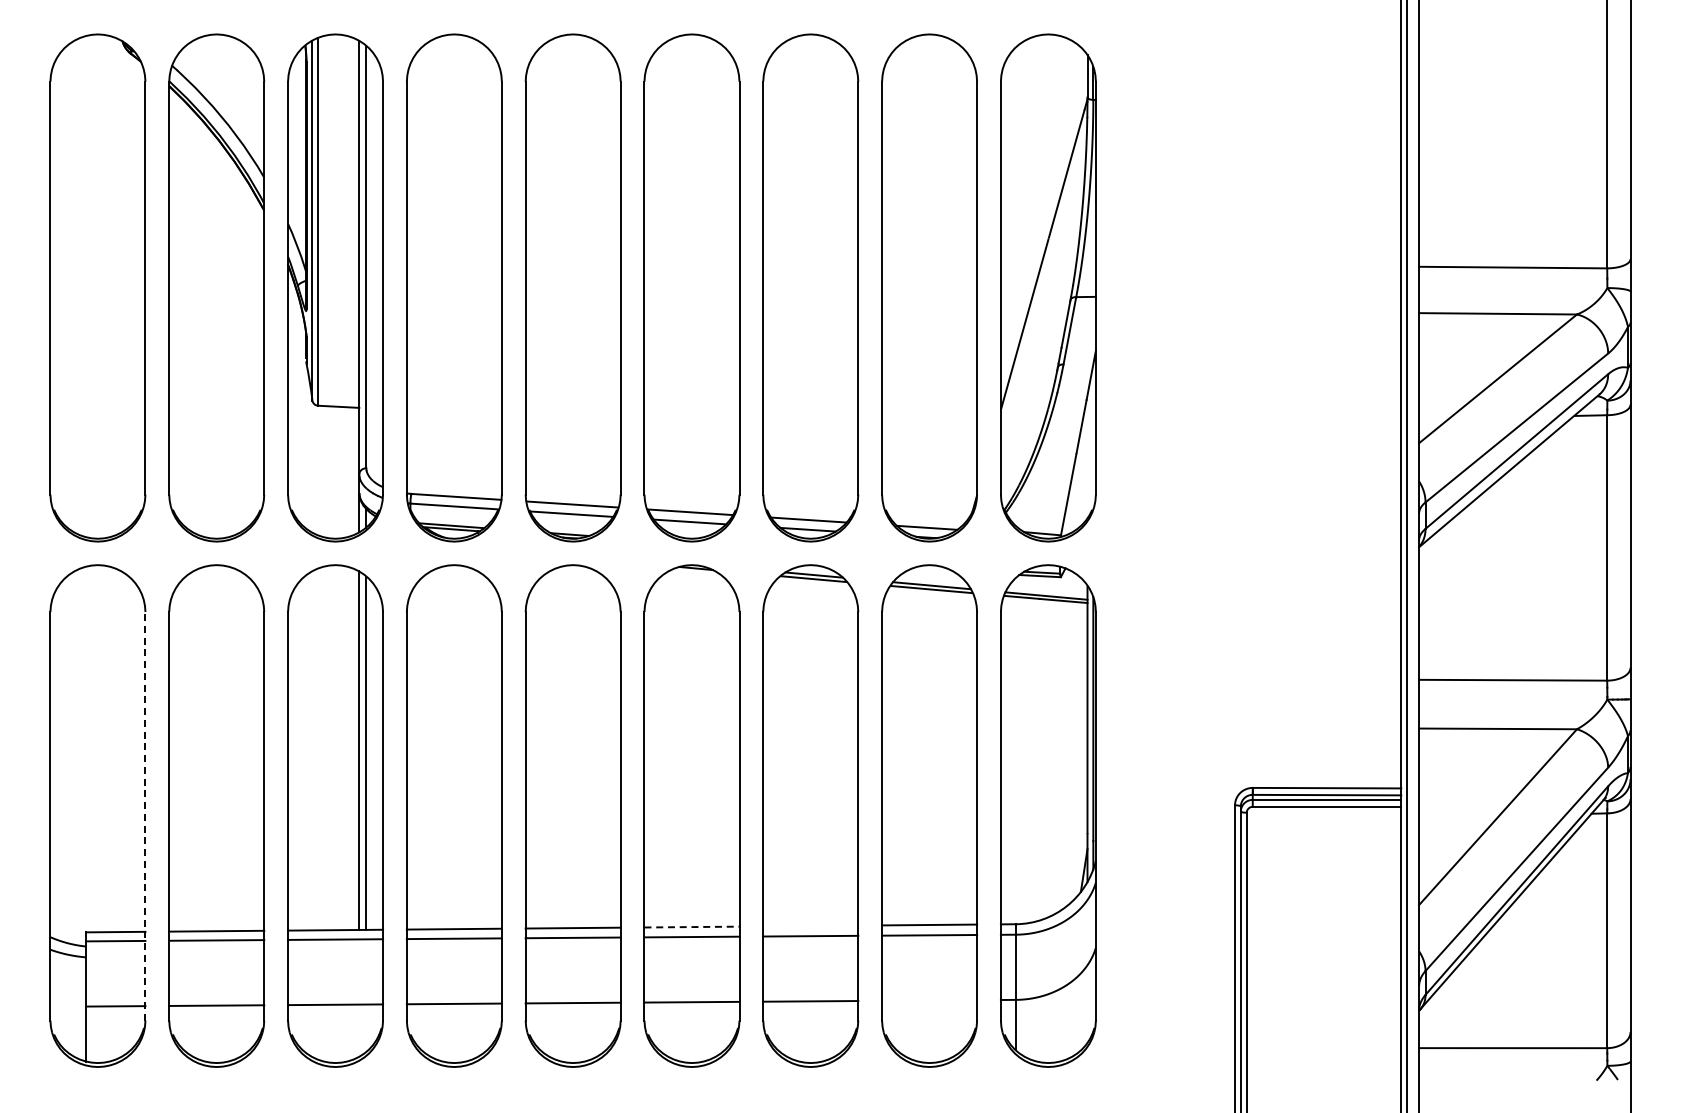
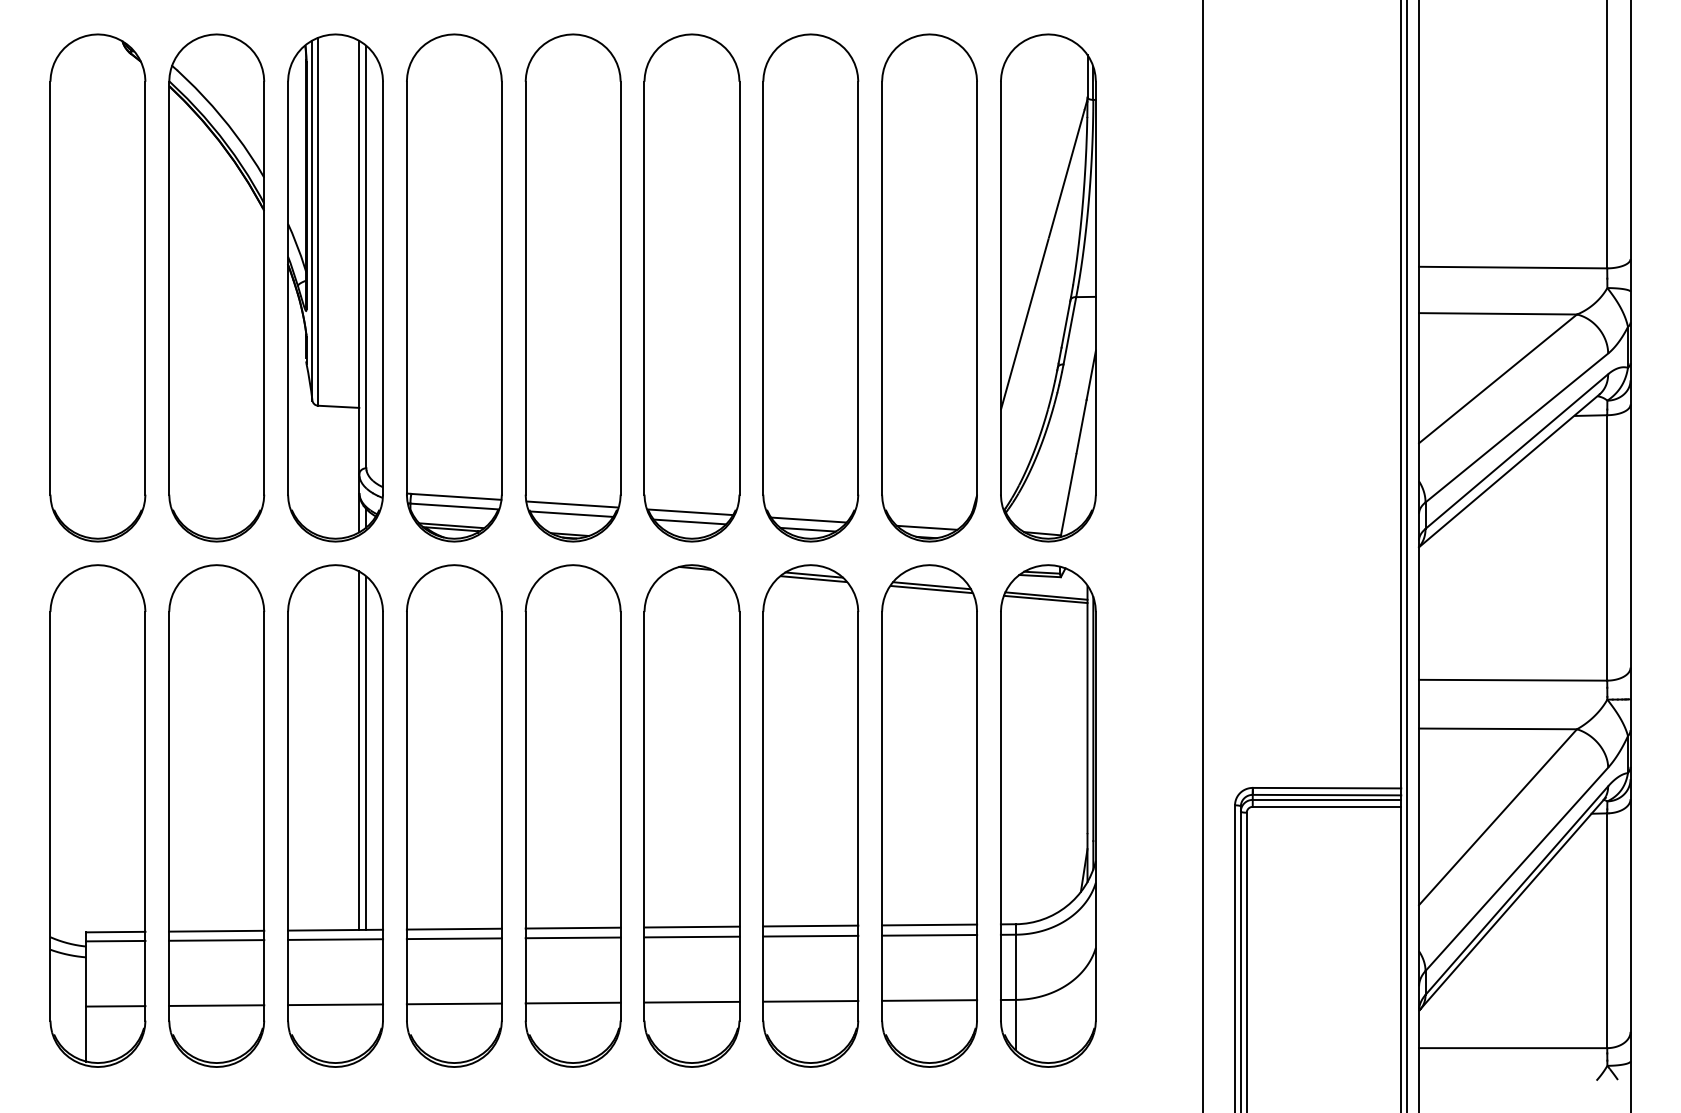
line at (1202, 555): none -> present
line at (145, 815): dashed -> solid
line at (810, 925): none -> present
line at (691, 927): dashed -> solid
line at (929, 1000): none -> present
